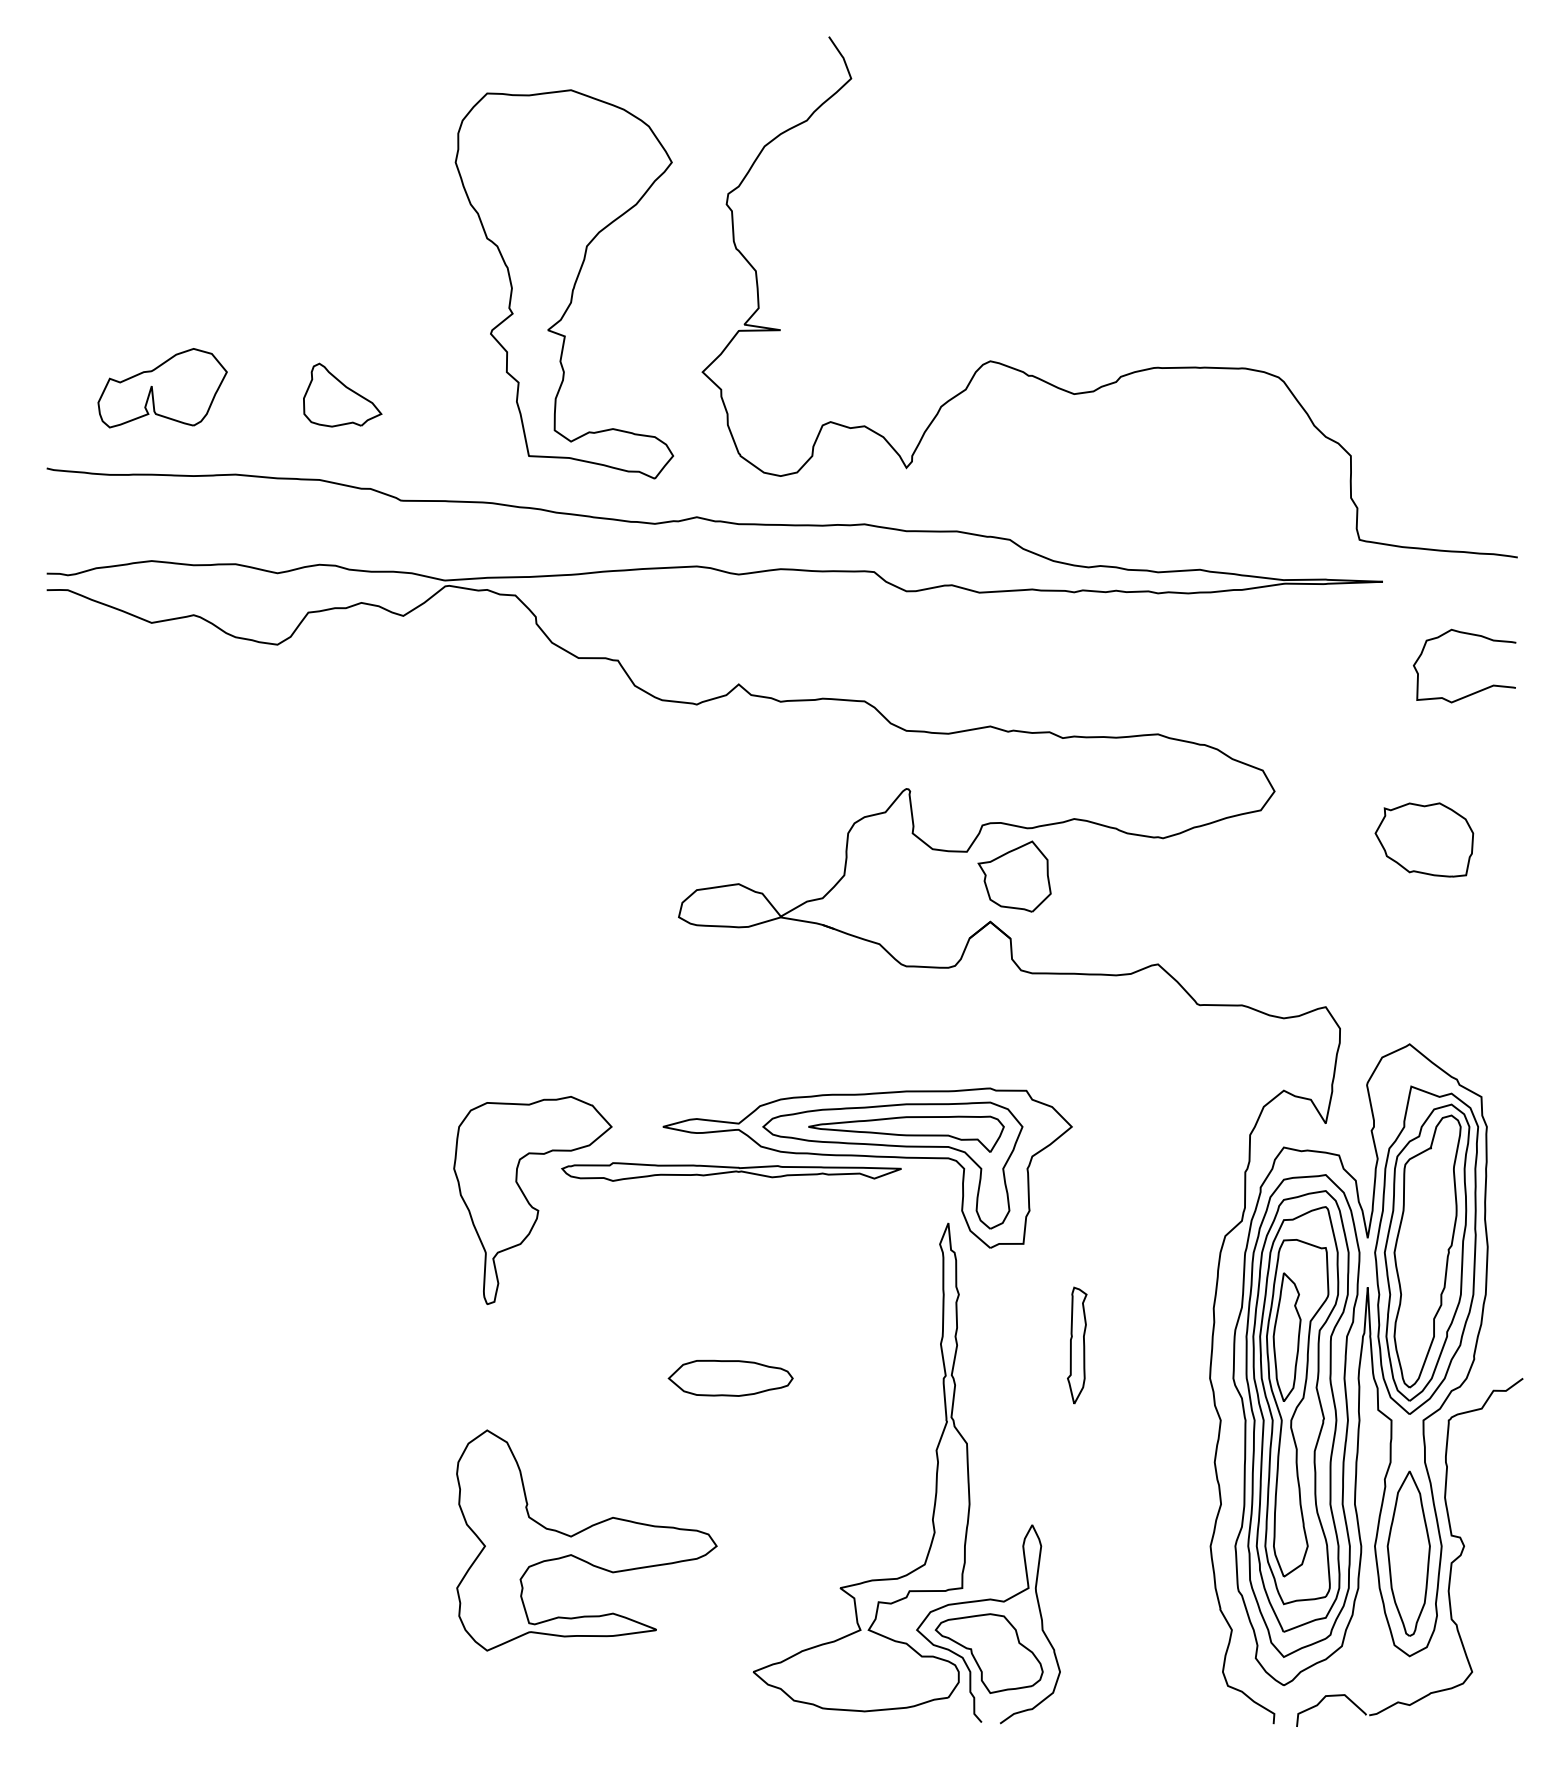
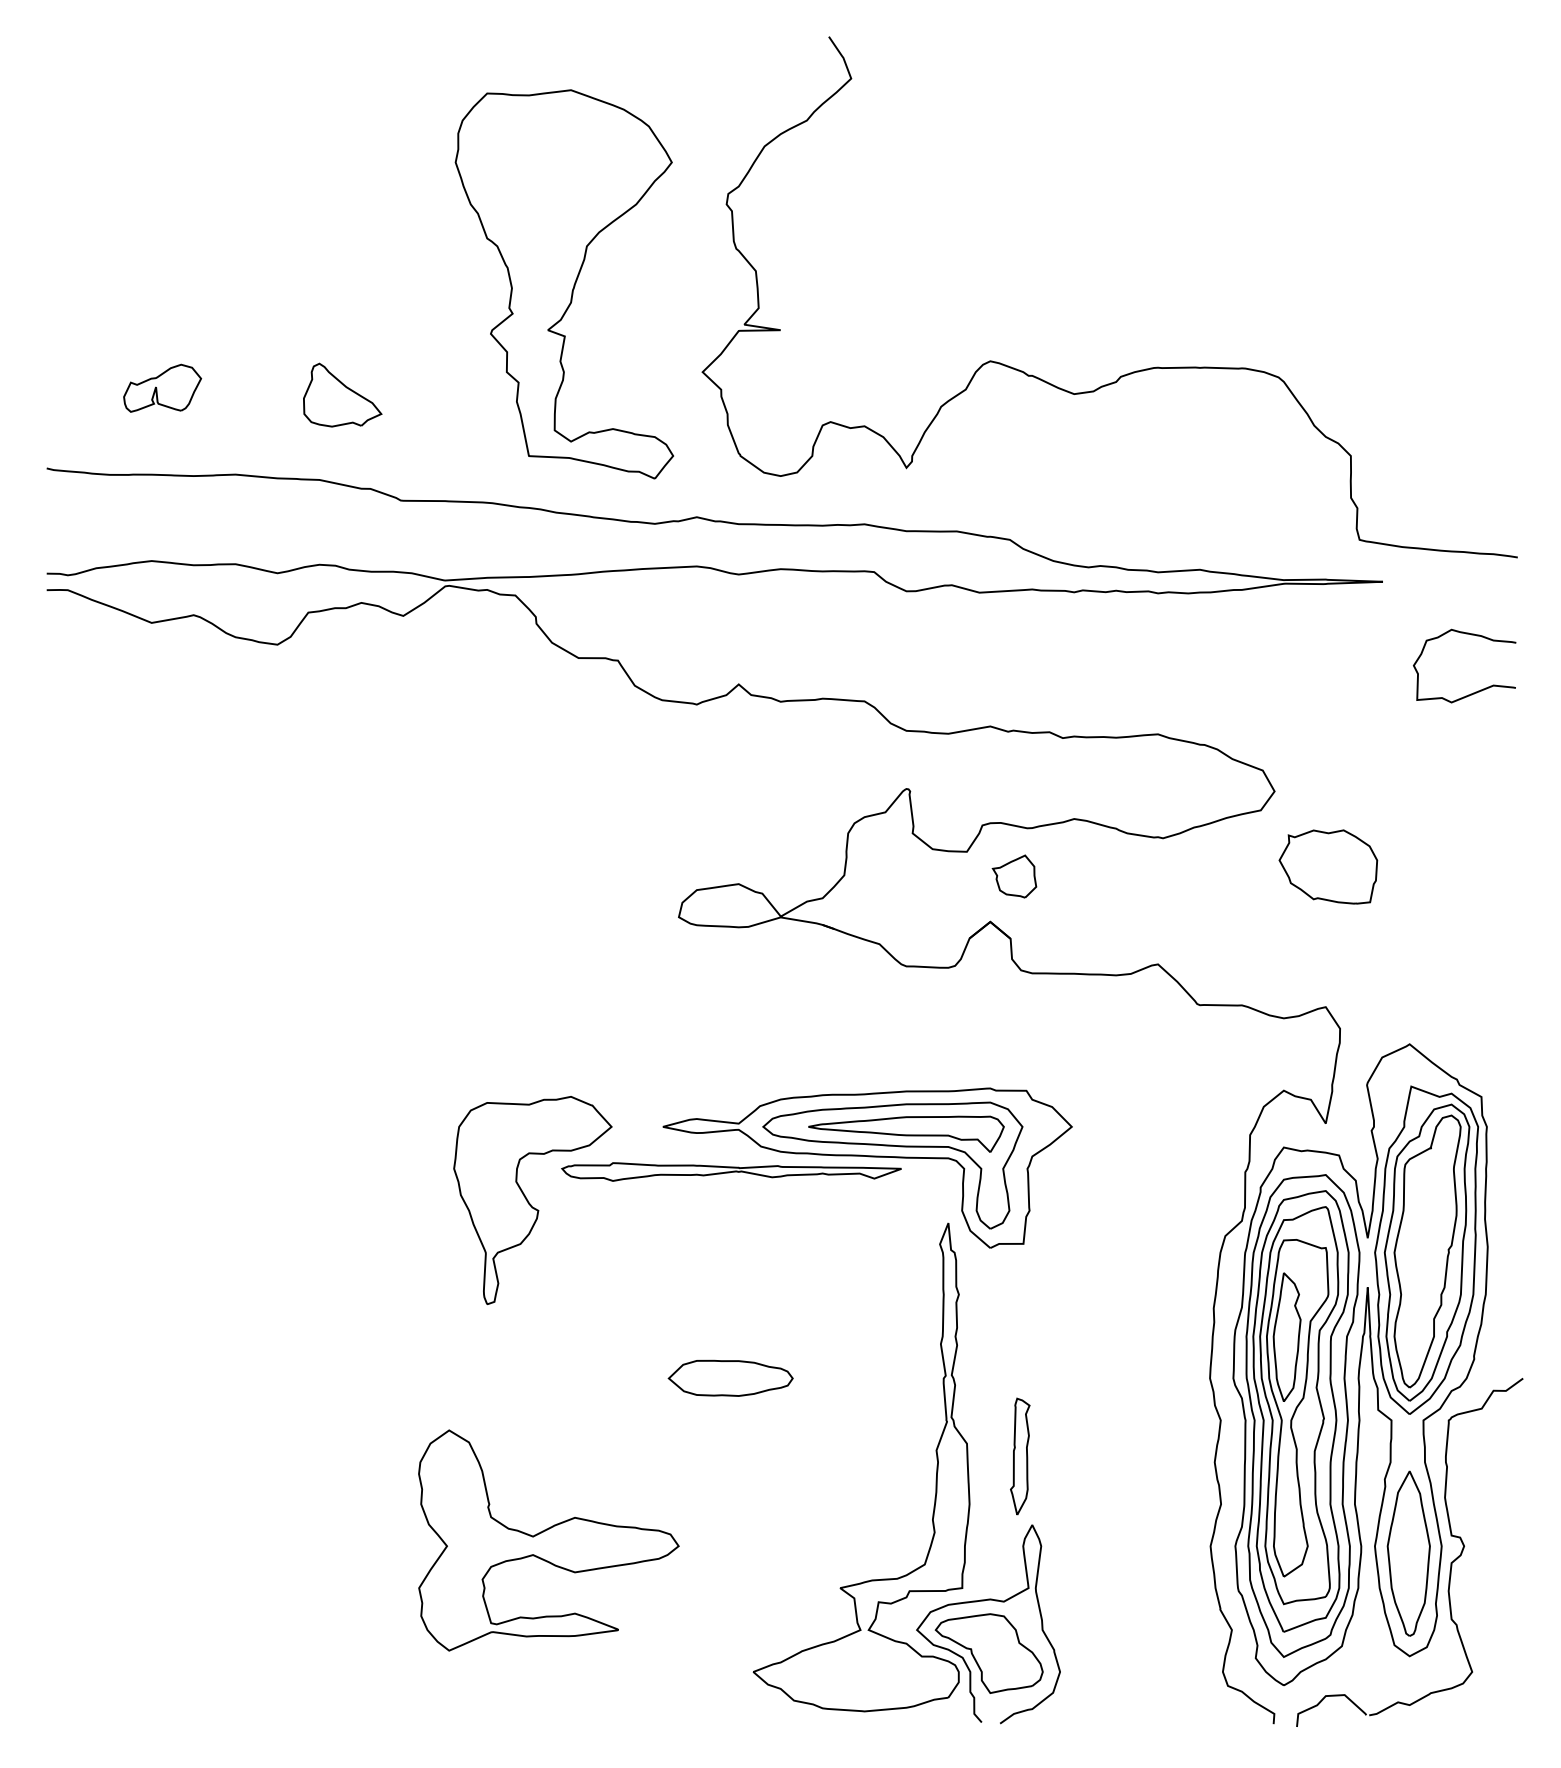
part at (162, 388) size: 131x81 px -> 80x50 px
part at (1424, 839) position: (1424, 839) -> (1328, 866)
part at (1014, 876) size: 75x73 px -> 47x45 px
part at (1077, 1345) position: (1077, 1345) -> (1020, 1456)
part at (586, 1540) position: (586, 1540) -> (548, 1540)
